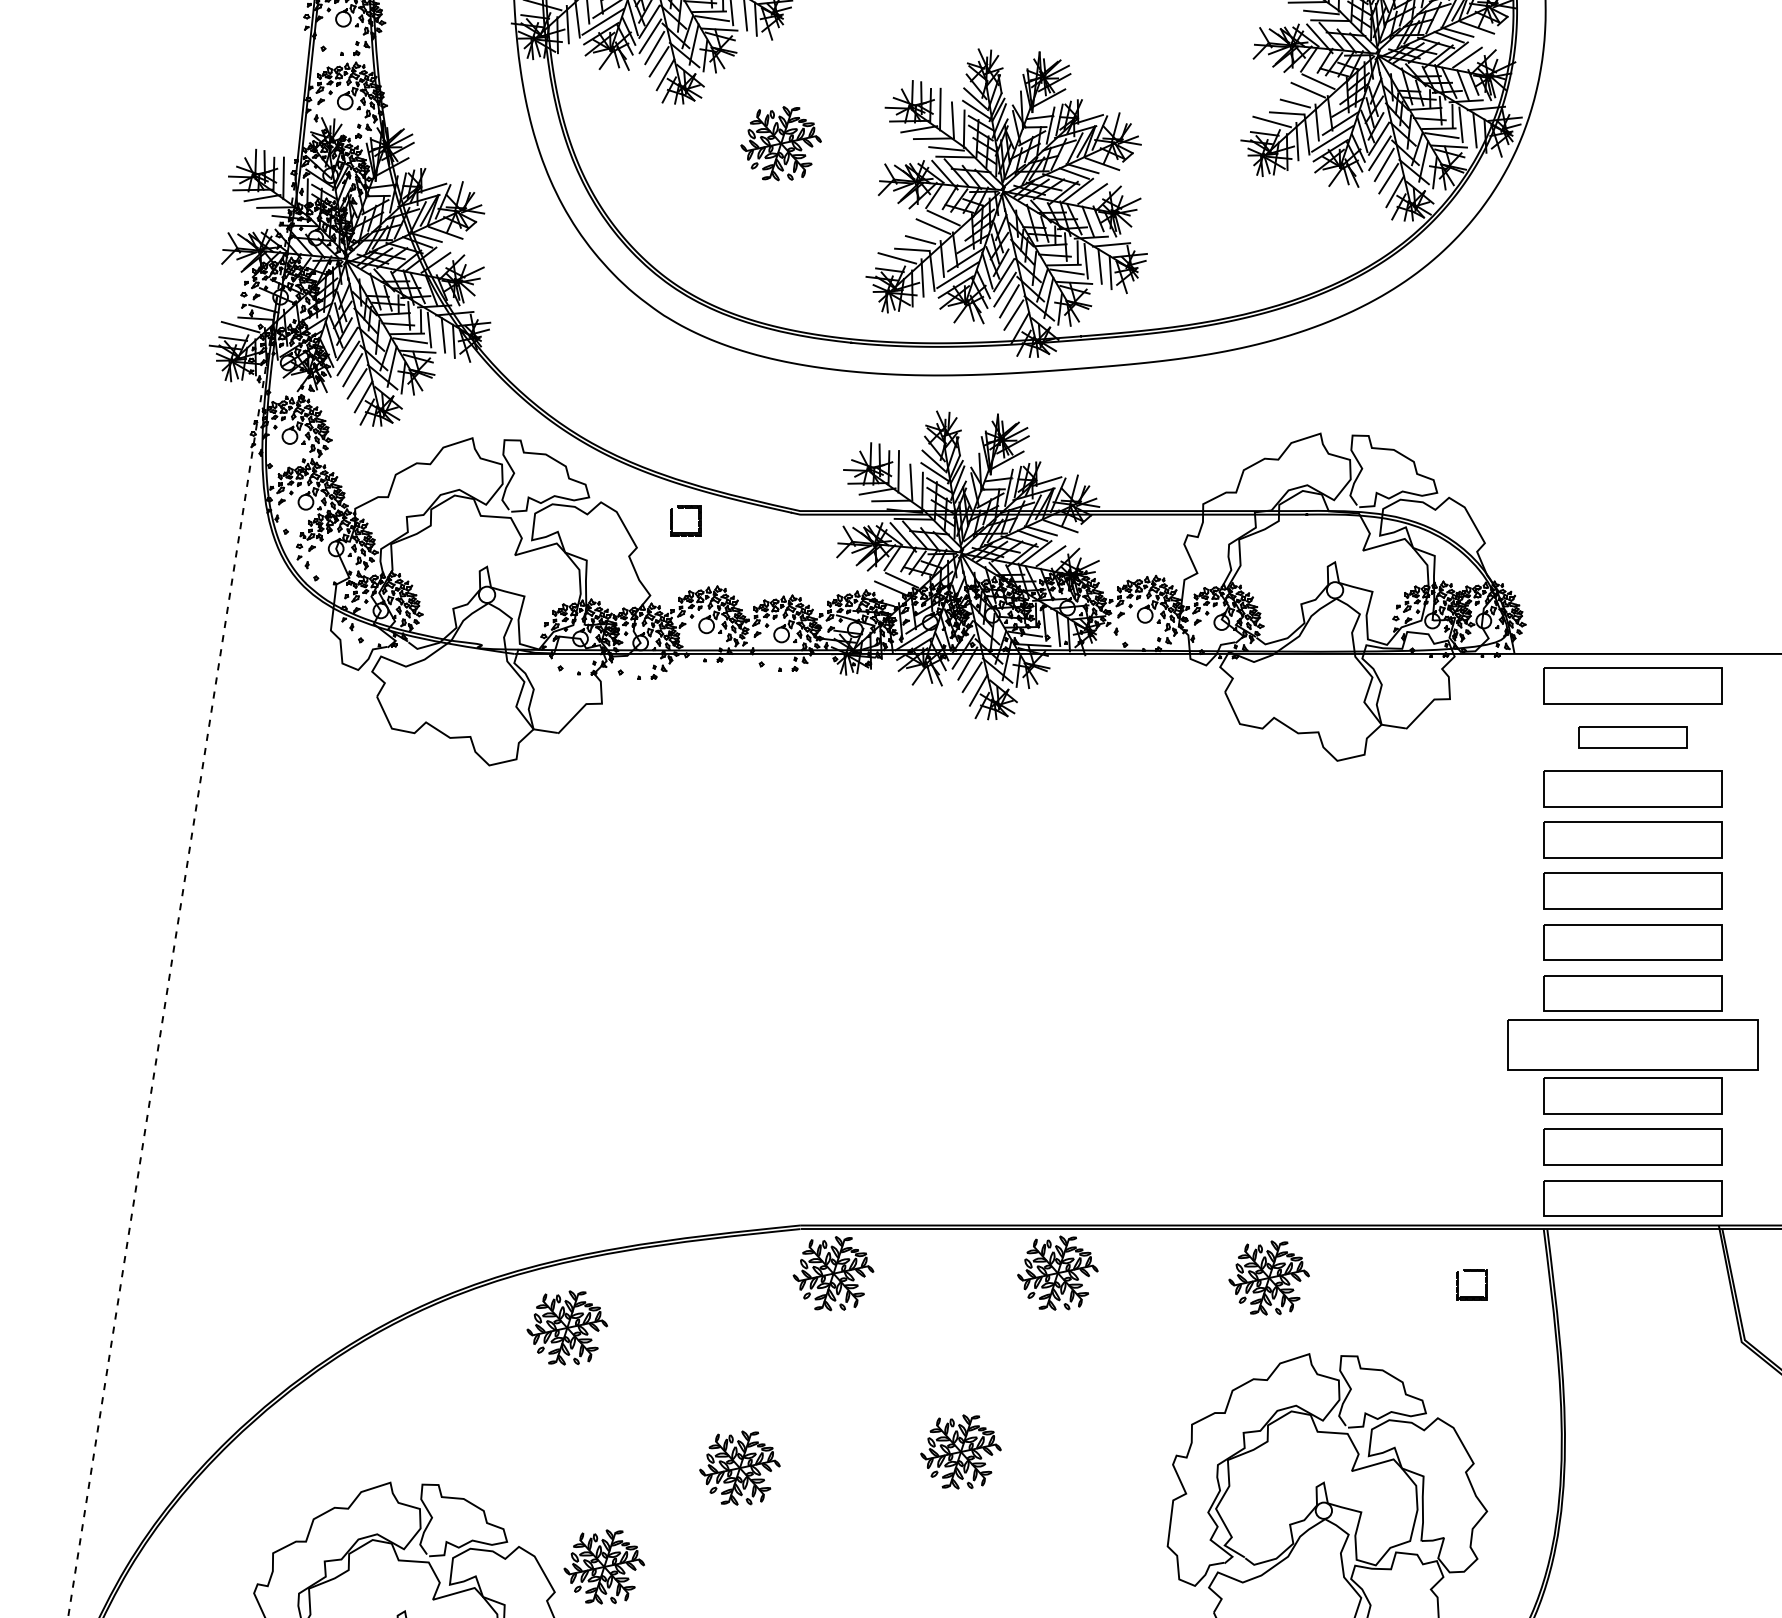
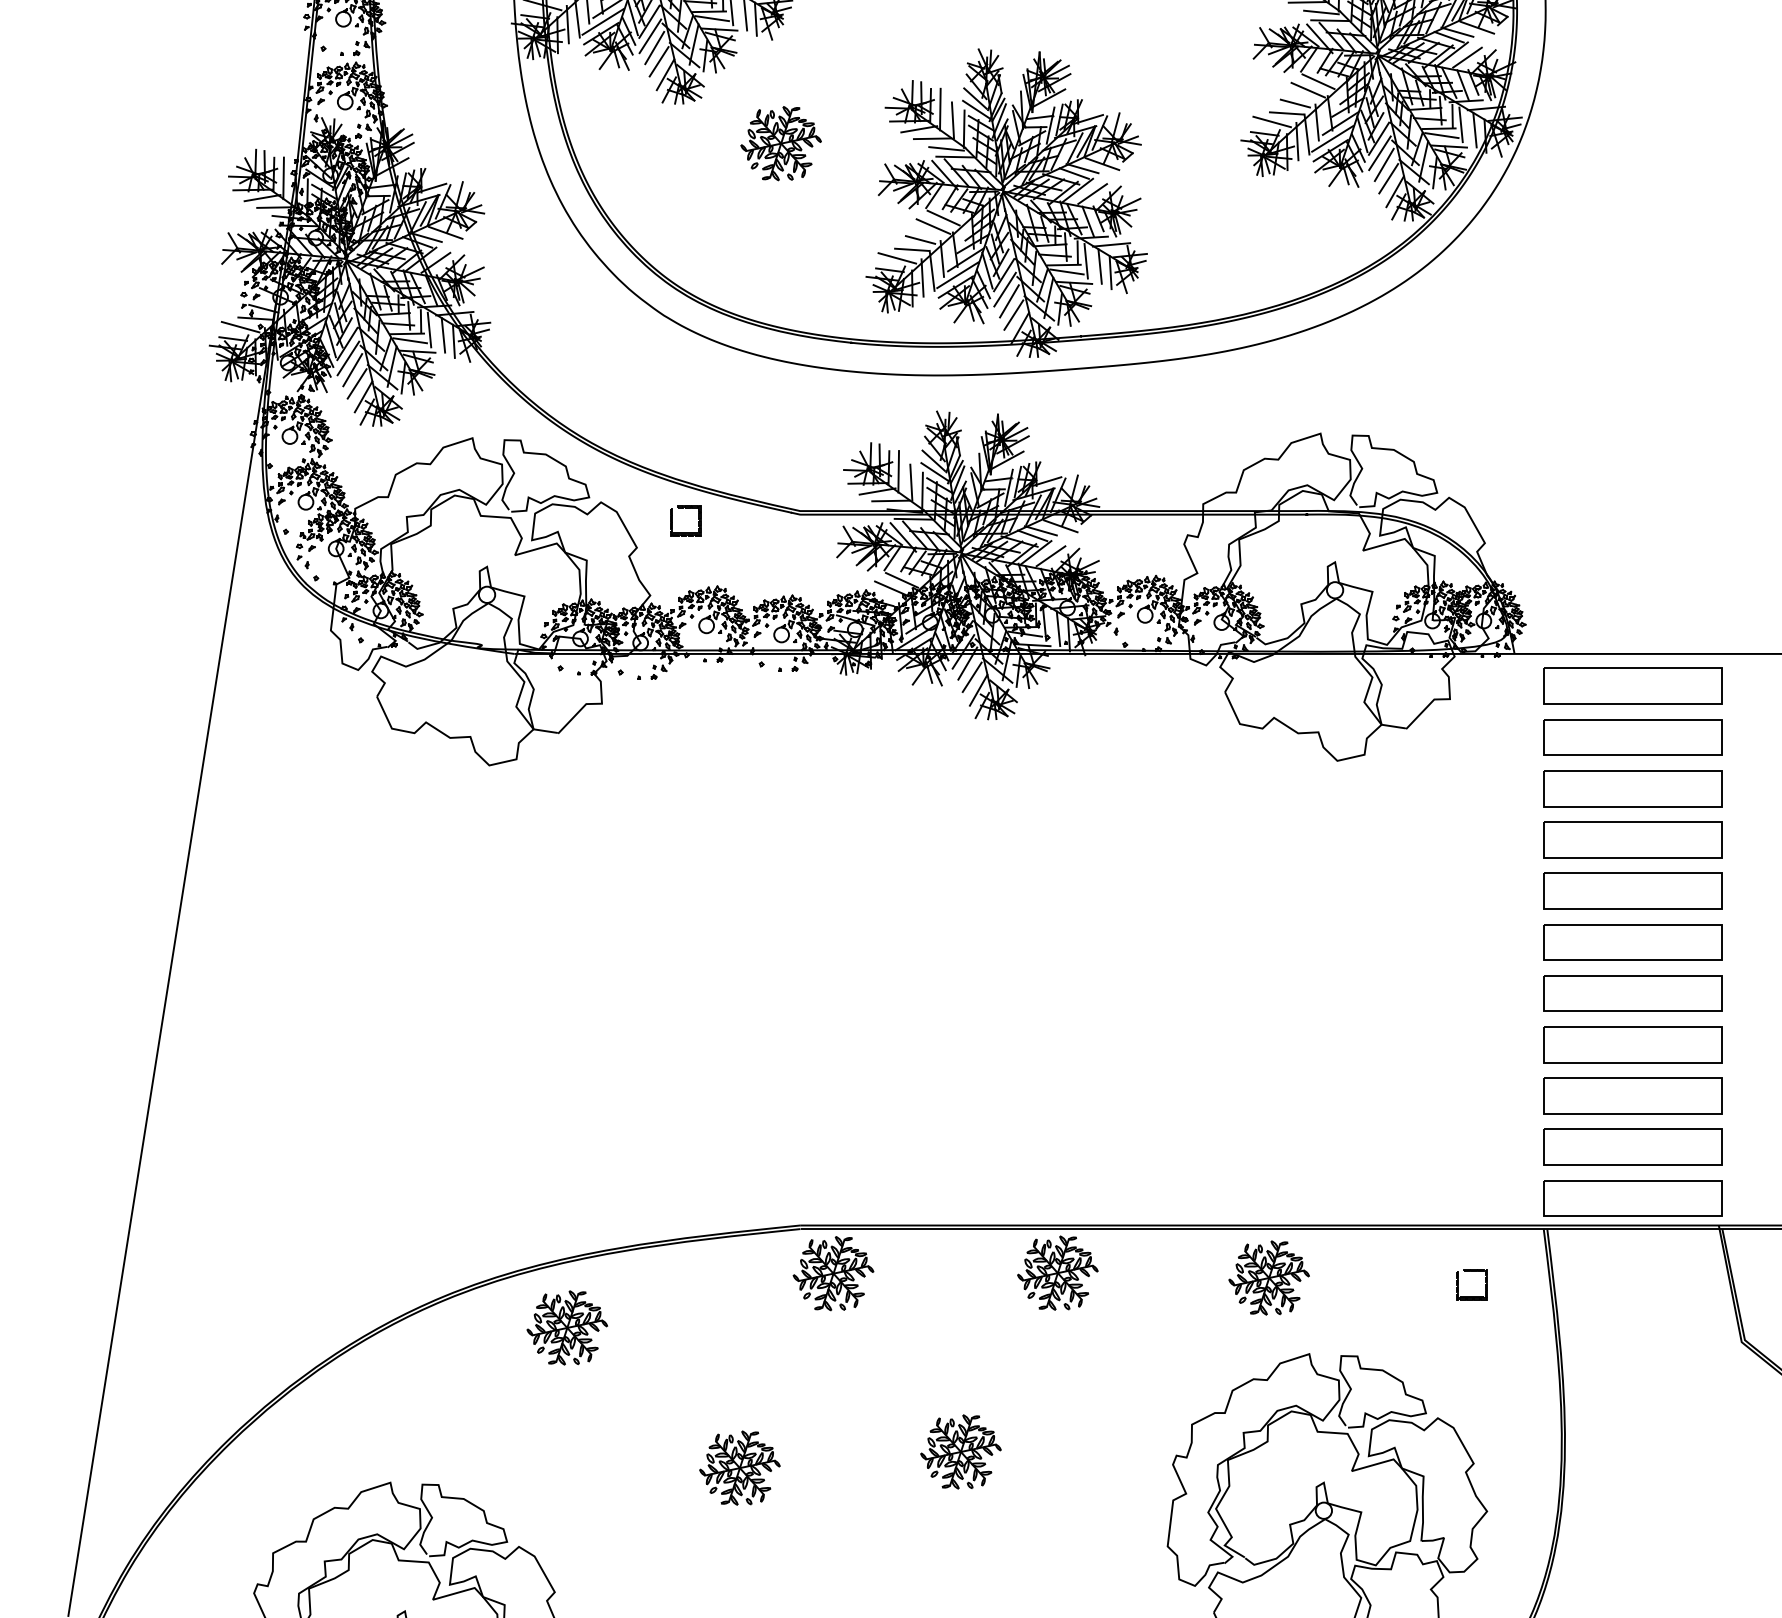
part at (1632, 737) size: 110x23 px -> 180x37 px
line at (182, 897): dashed -> solid
part at (1632, 1044) size: 252x52 px -> 180x38 px
part at (603, 1566): present -> none
